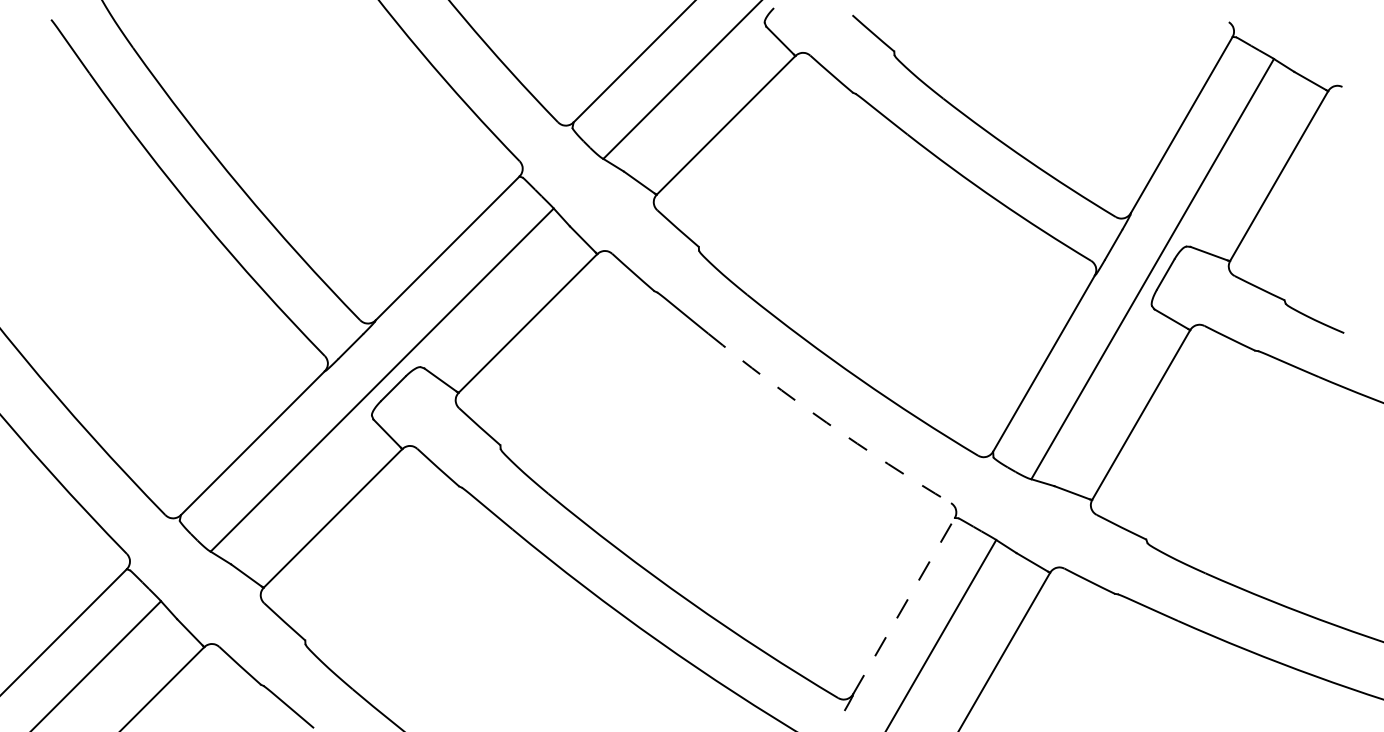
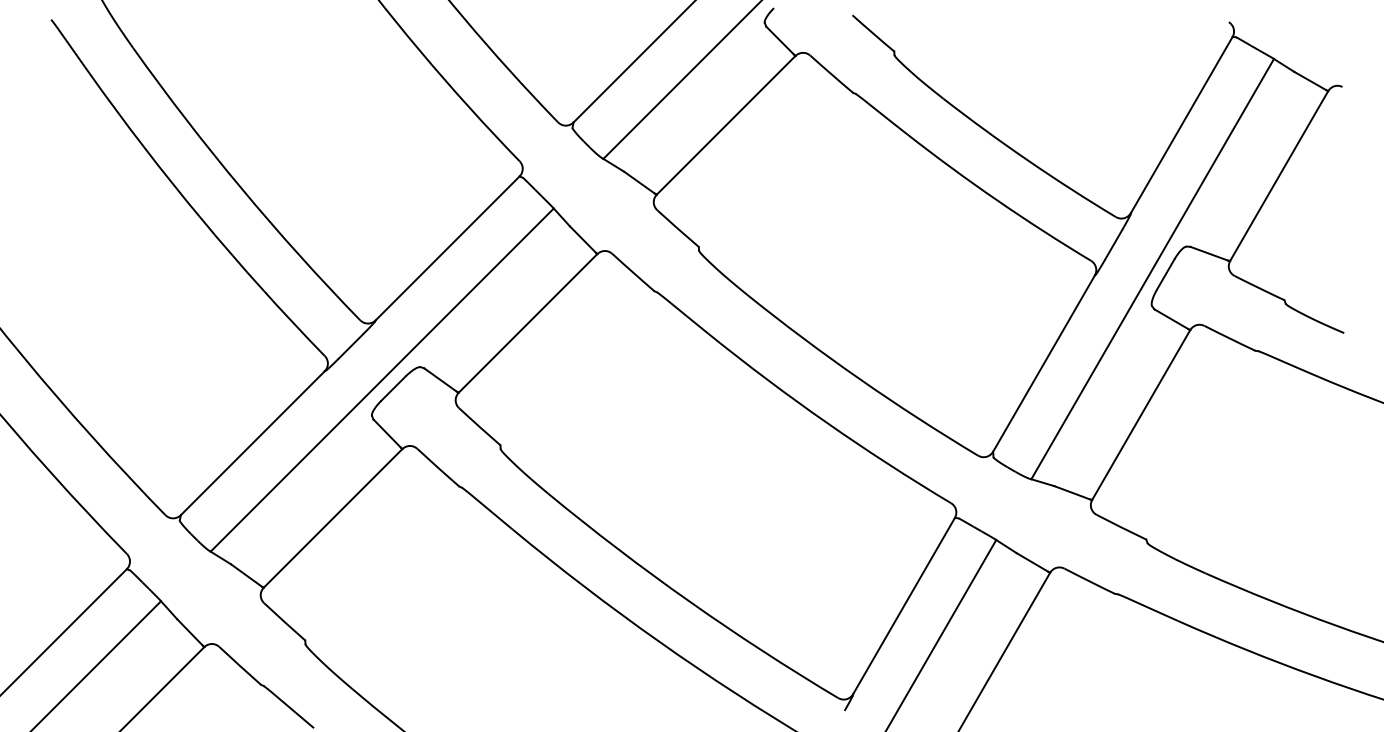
arc at (826, 422): dashed -> solid
line at (904, 606): dashed -> solid
